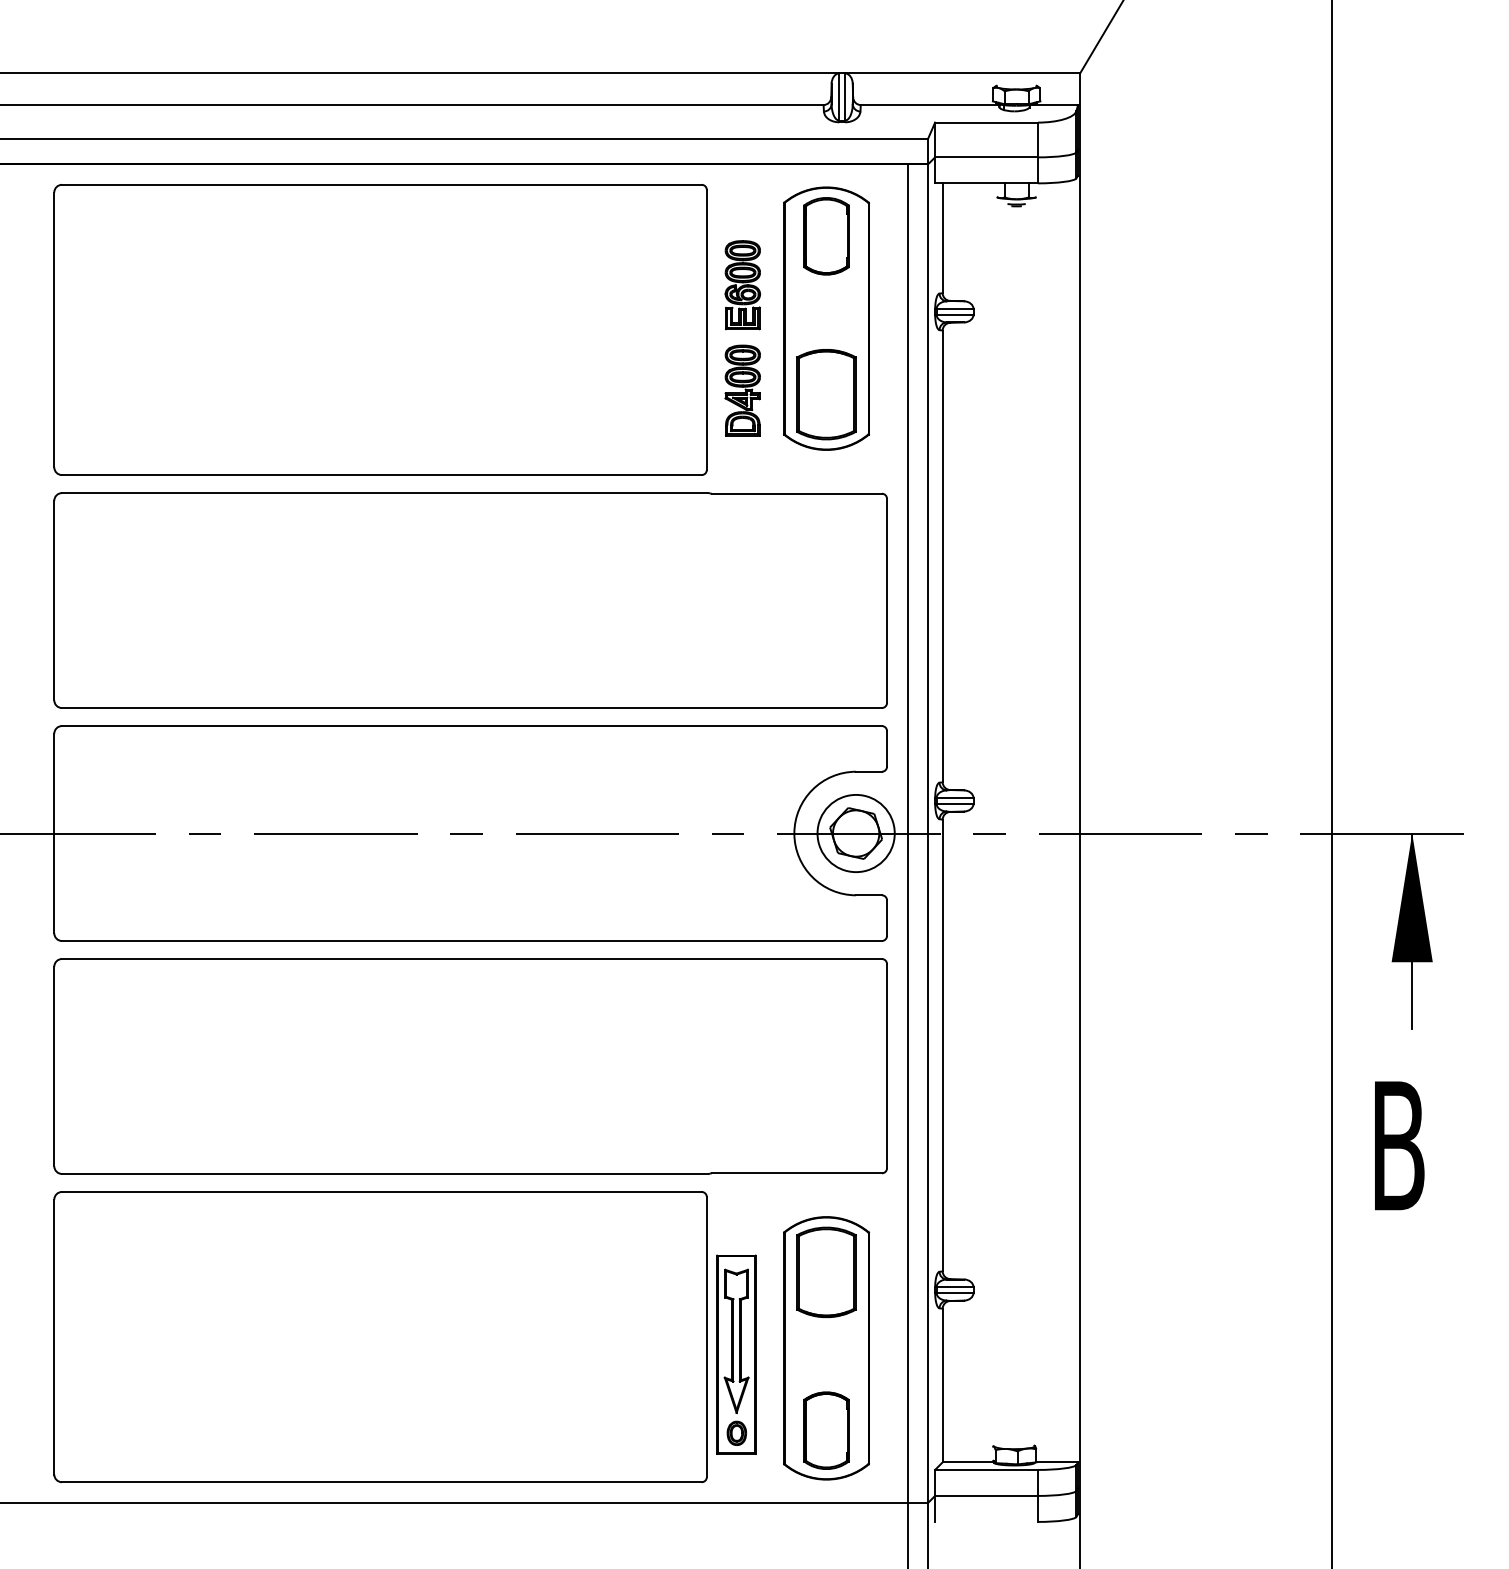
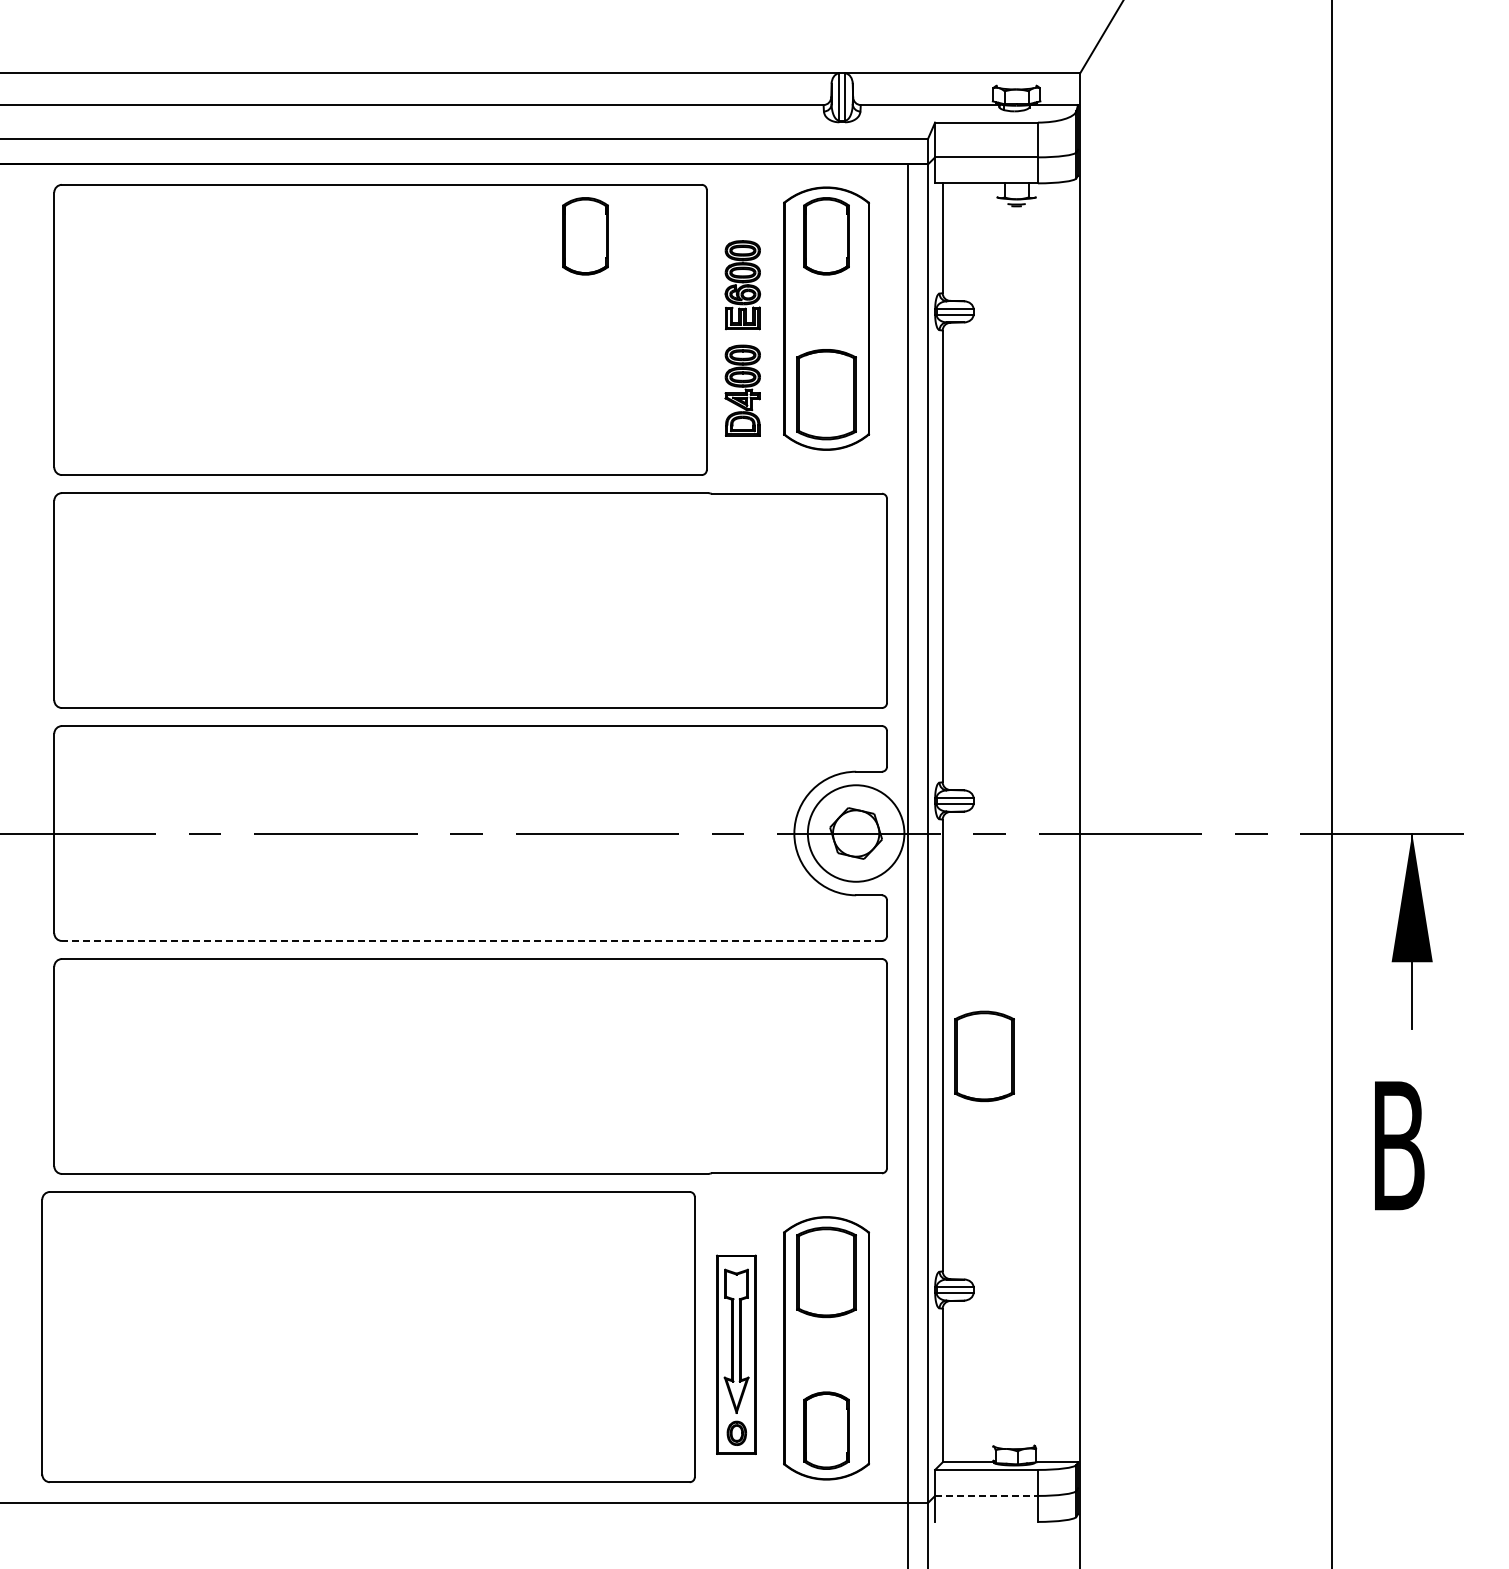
part at (585, 236): none -> present
circle at (855, 833) diameter: 77 px -> 97 px
line at (471, 941): solid -> dashed
part at (984, 1056): none -> present
part at (380, 1337) position: (380, 1337) -> (368, 1337)
line at (987, 1495): solid -> dashed
